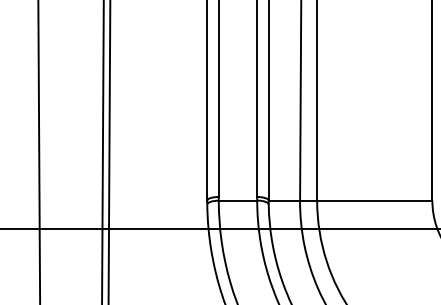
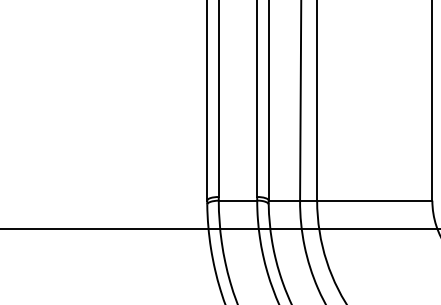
line at (39, 151): present -> none
line at (102, 151): present -> none
line at (109, 151): present -> none
